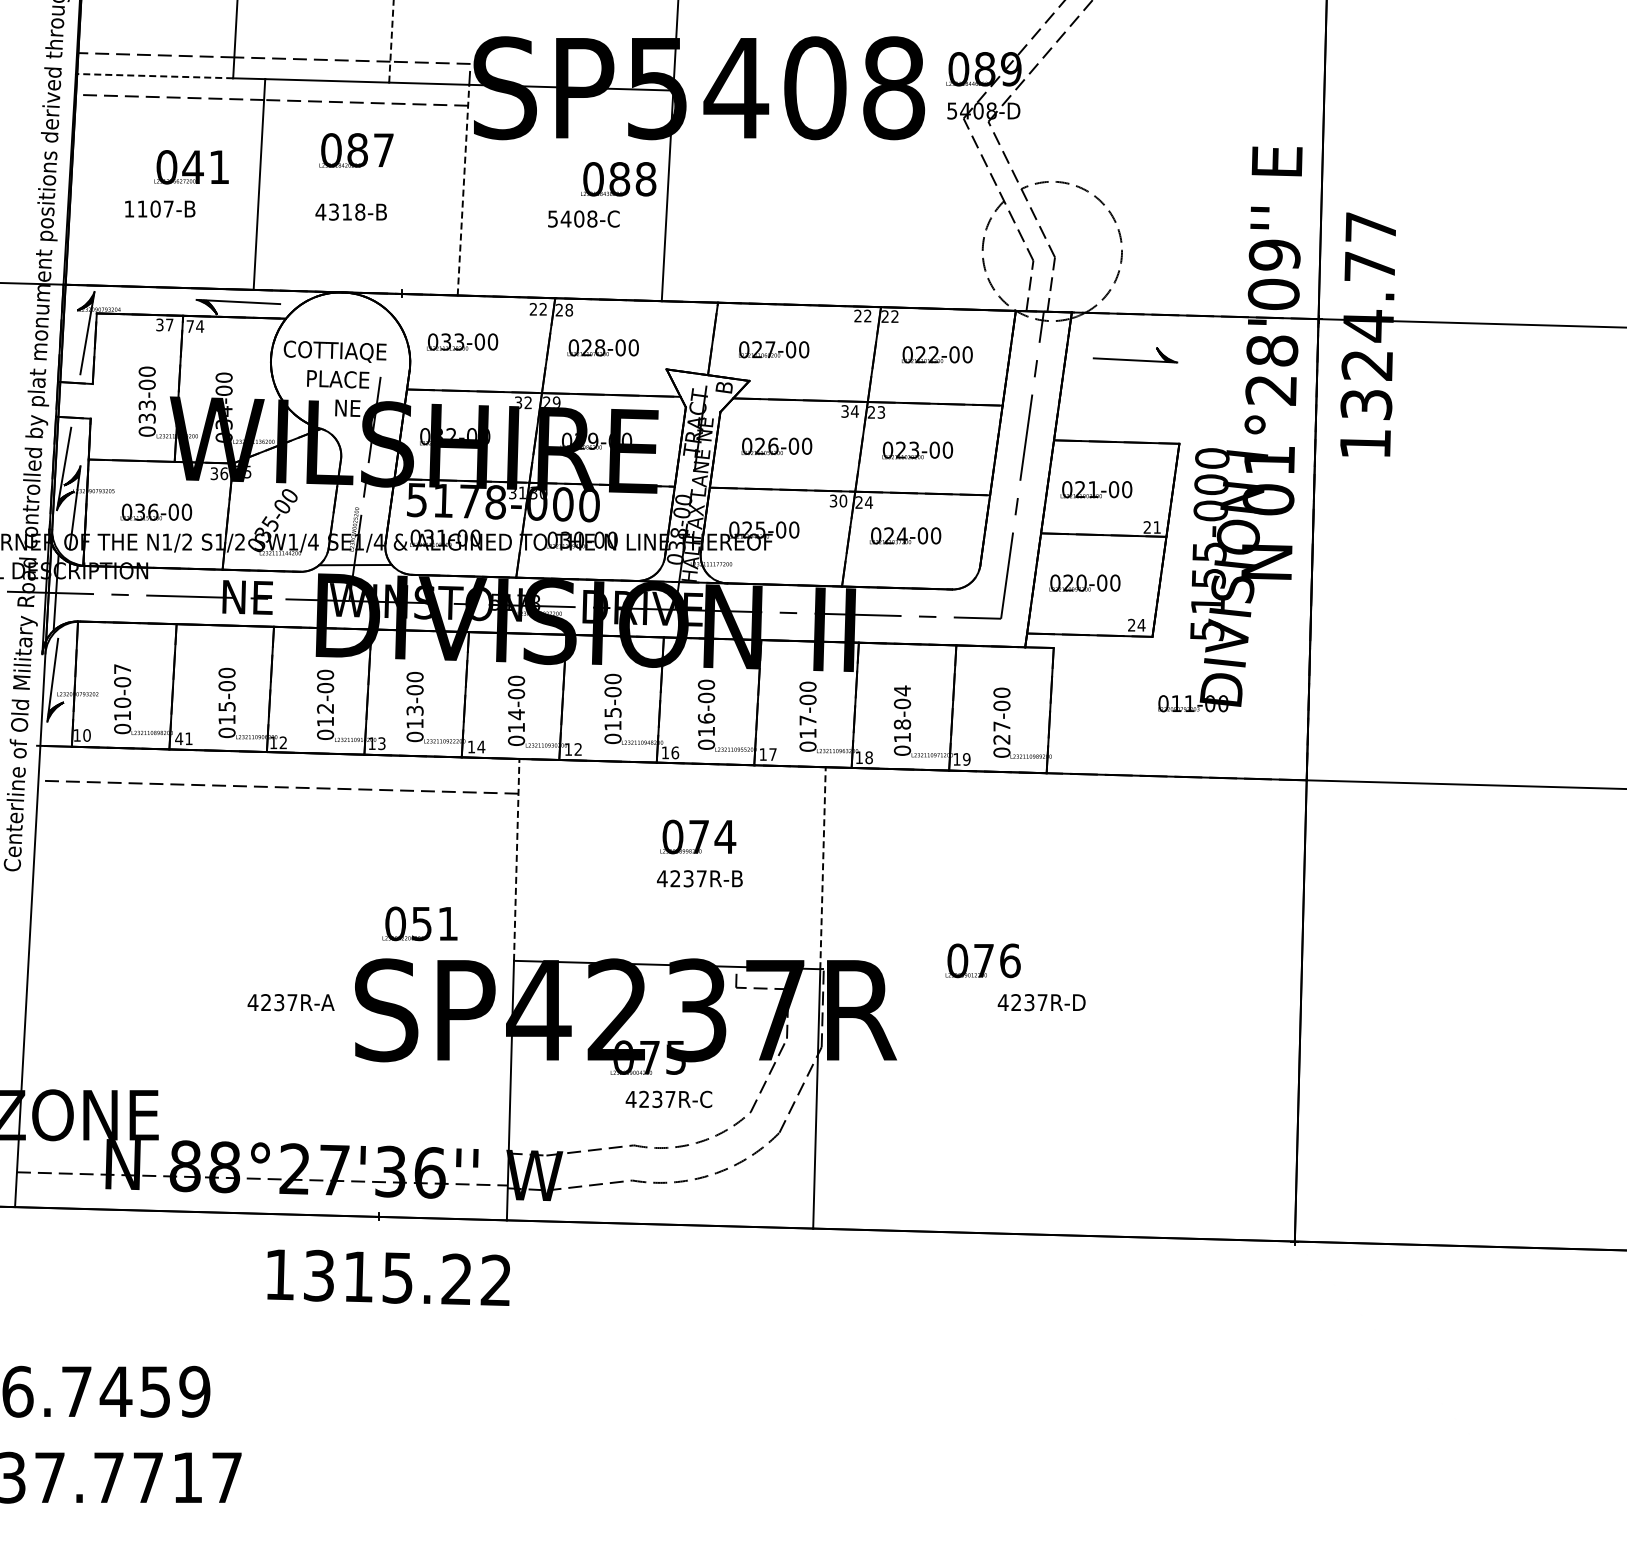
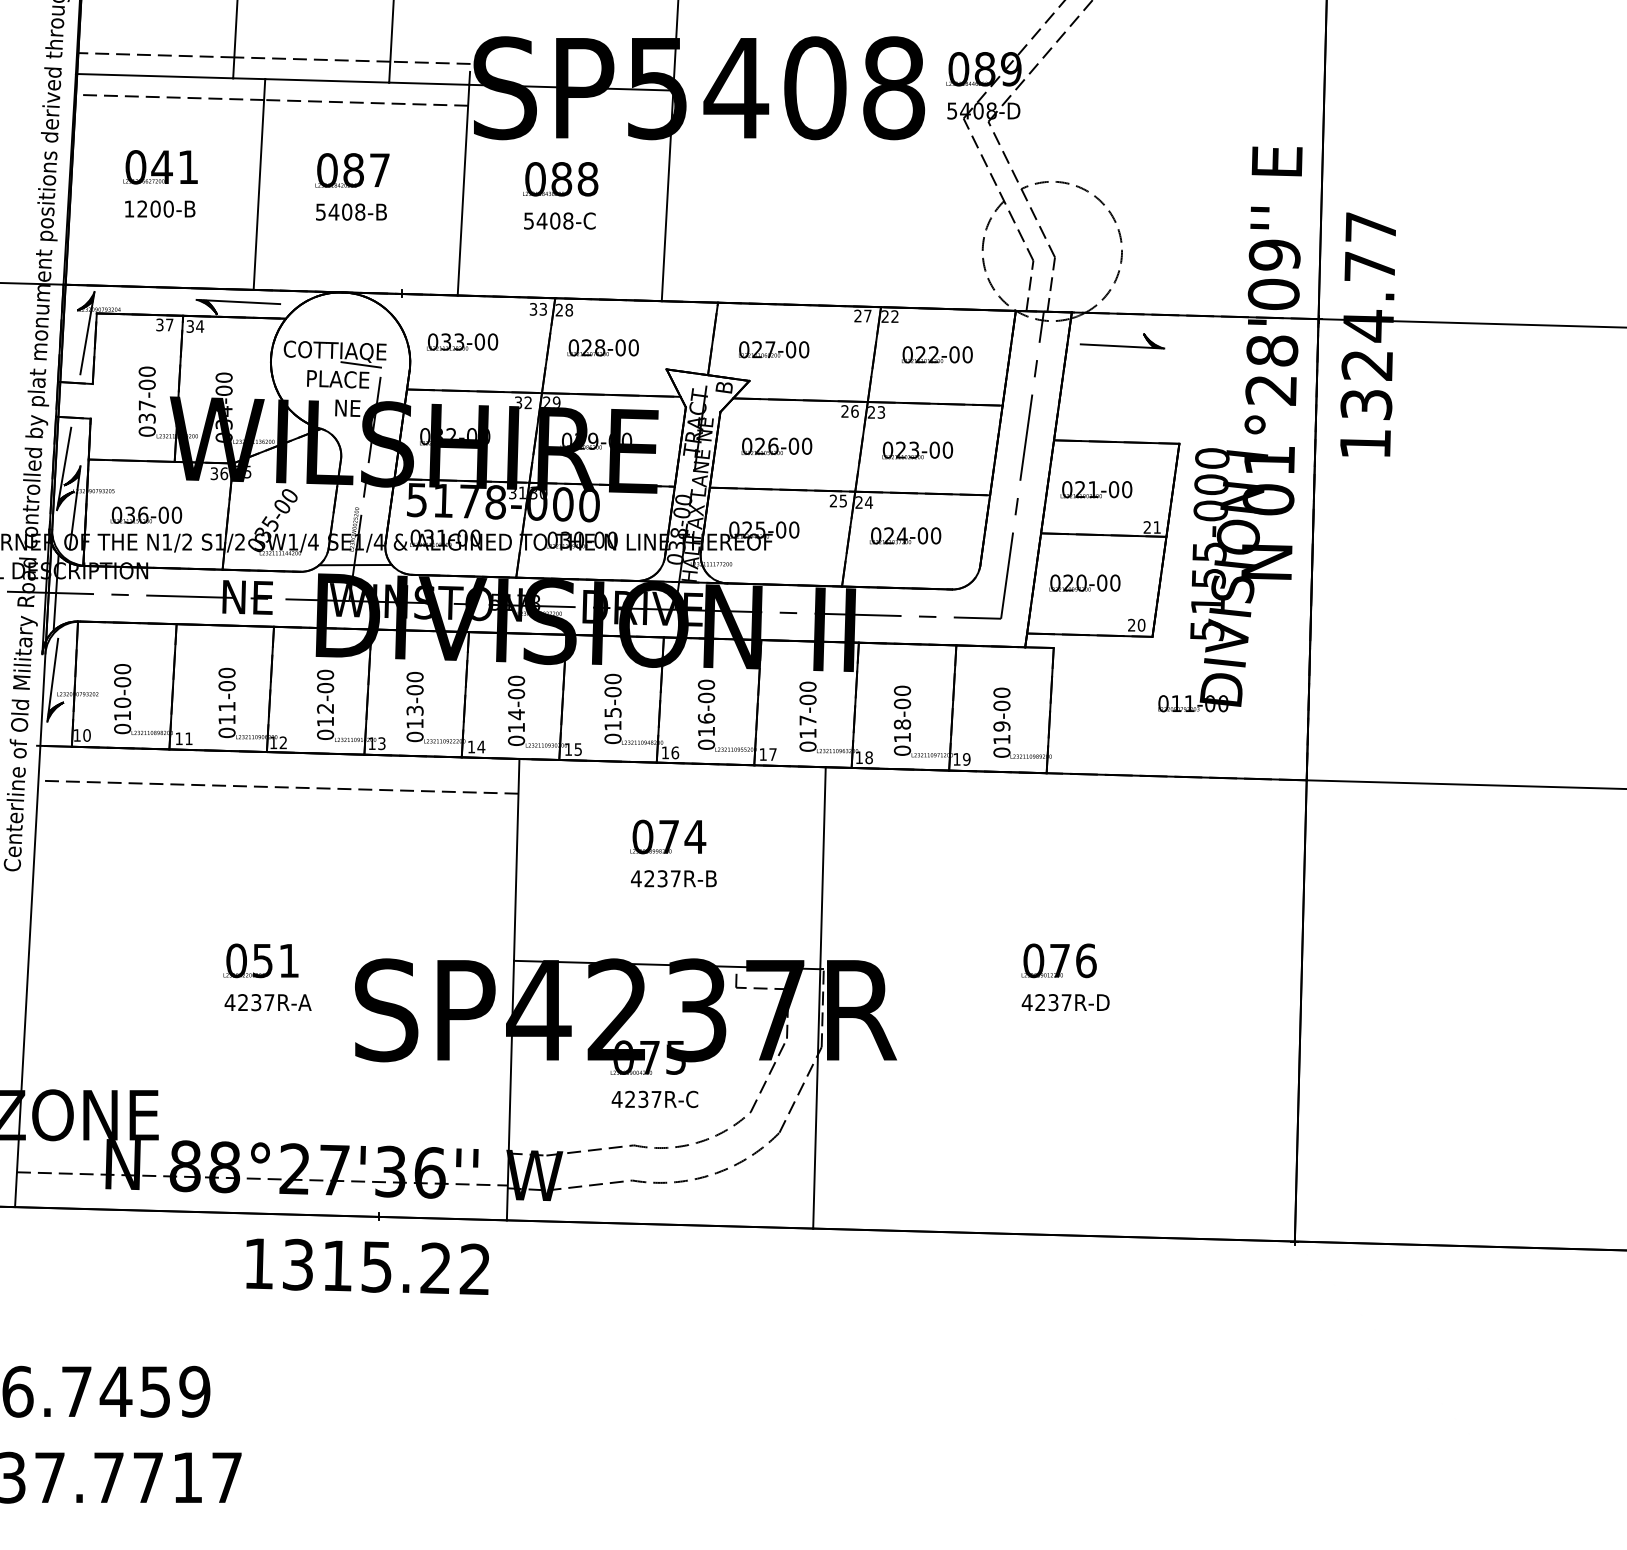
line at (391, 41): dashed -> solid
line at (154, 76): dashed -> solid
text at (356, 150) position: (356, 150) -> (352, 170)
text at (191, 167) position: (191, 167) -> (160, 167)
text at (618, 179) position: (618, 179) -> (560, 179)
line at (463, 189): dashed -> solid
text at (155, 208): 1107-B -> 1200-B
text at (333, 211): 4318-B -> 5408-B
text at (583, 218) position: (583, 218) -> (559, 220)
text at (537, 309): 22 -> 33
text at (867, 315): 22 -> 27
text at (189, 326): 74 -> 34
part at (1135, 355) position: (1135, 355) -> (1122, 341)
line at (360, 364): none -> present
text at (146, 405): 033-00 -> 037-00
text at (849, 411): 34 -> 26
text at (838, 500): 30 -> 25
text at (156, 511) position: (156, 511) -> (146, 514)
text at (1141, 624): 24 -> 20
text at (122, 669): 010-07 -> 010-00
text at (902, 690): 018-04 -> 018-00
text at (226, 706): 015-00 -> 011-00
text at (1001, 732): 027-00 -> 019-00
text at (179, 738): 41 -> 11
text at (577, 749): 12 -> 15
text at (698, 836) position: (698, 836) -> (668, 836)
line at (516, 859): dashed -> solid
line at (823, 867): dashed -> solid
text at (699, 878) position: (699, 878) -> (673, 878)
text at (419, 923) position: (419, 923) -> (260, 960)
text at (982, 960) position: (982, 960) -> (1058, 960)
text at (290, 1002) position: (290, 1002) -> (267, 1002)
text at (1041, 1002) position: (1041, 1002) -> (1065, 1002)
text at (668, 1098) position: (668, 1098) -> (654, 1098)
text at (388, 1277) position: (388, 1277) -> (367, 1266)
